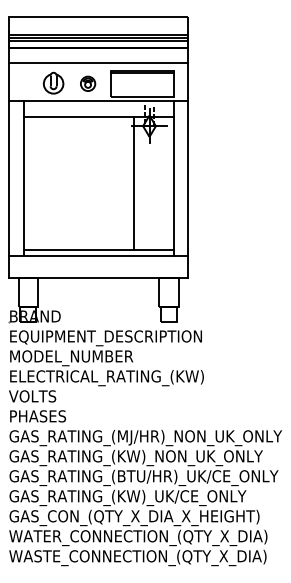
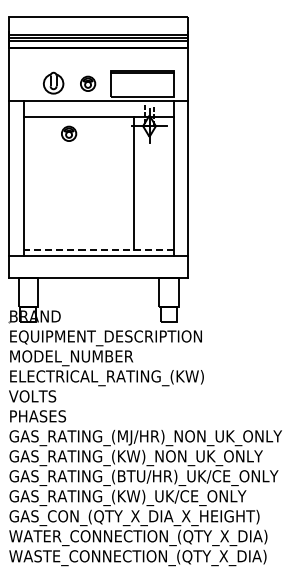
line at (98, 62): present -> none
part at (69, 133): none -> present
line at (98, 249): solid -> dashed
